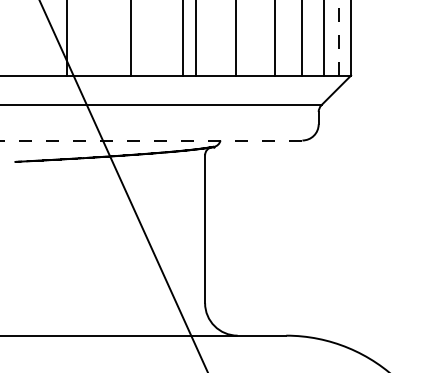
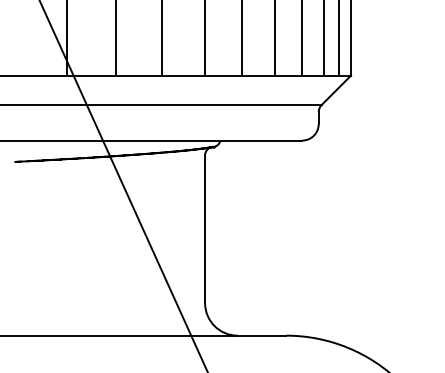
line at (338, 37): dashed -> solid
line at (130, 38) position: (130, 38) -> (115, 38)
line at (183, 38) position: (183, 38) -> (162, 38)
line at (195, 38) position: (195, 38) -> (204, 38)
line at (236, 38) position: (236, 38) -> (242, 38)
line at (151, 140): dashed -> solid
